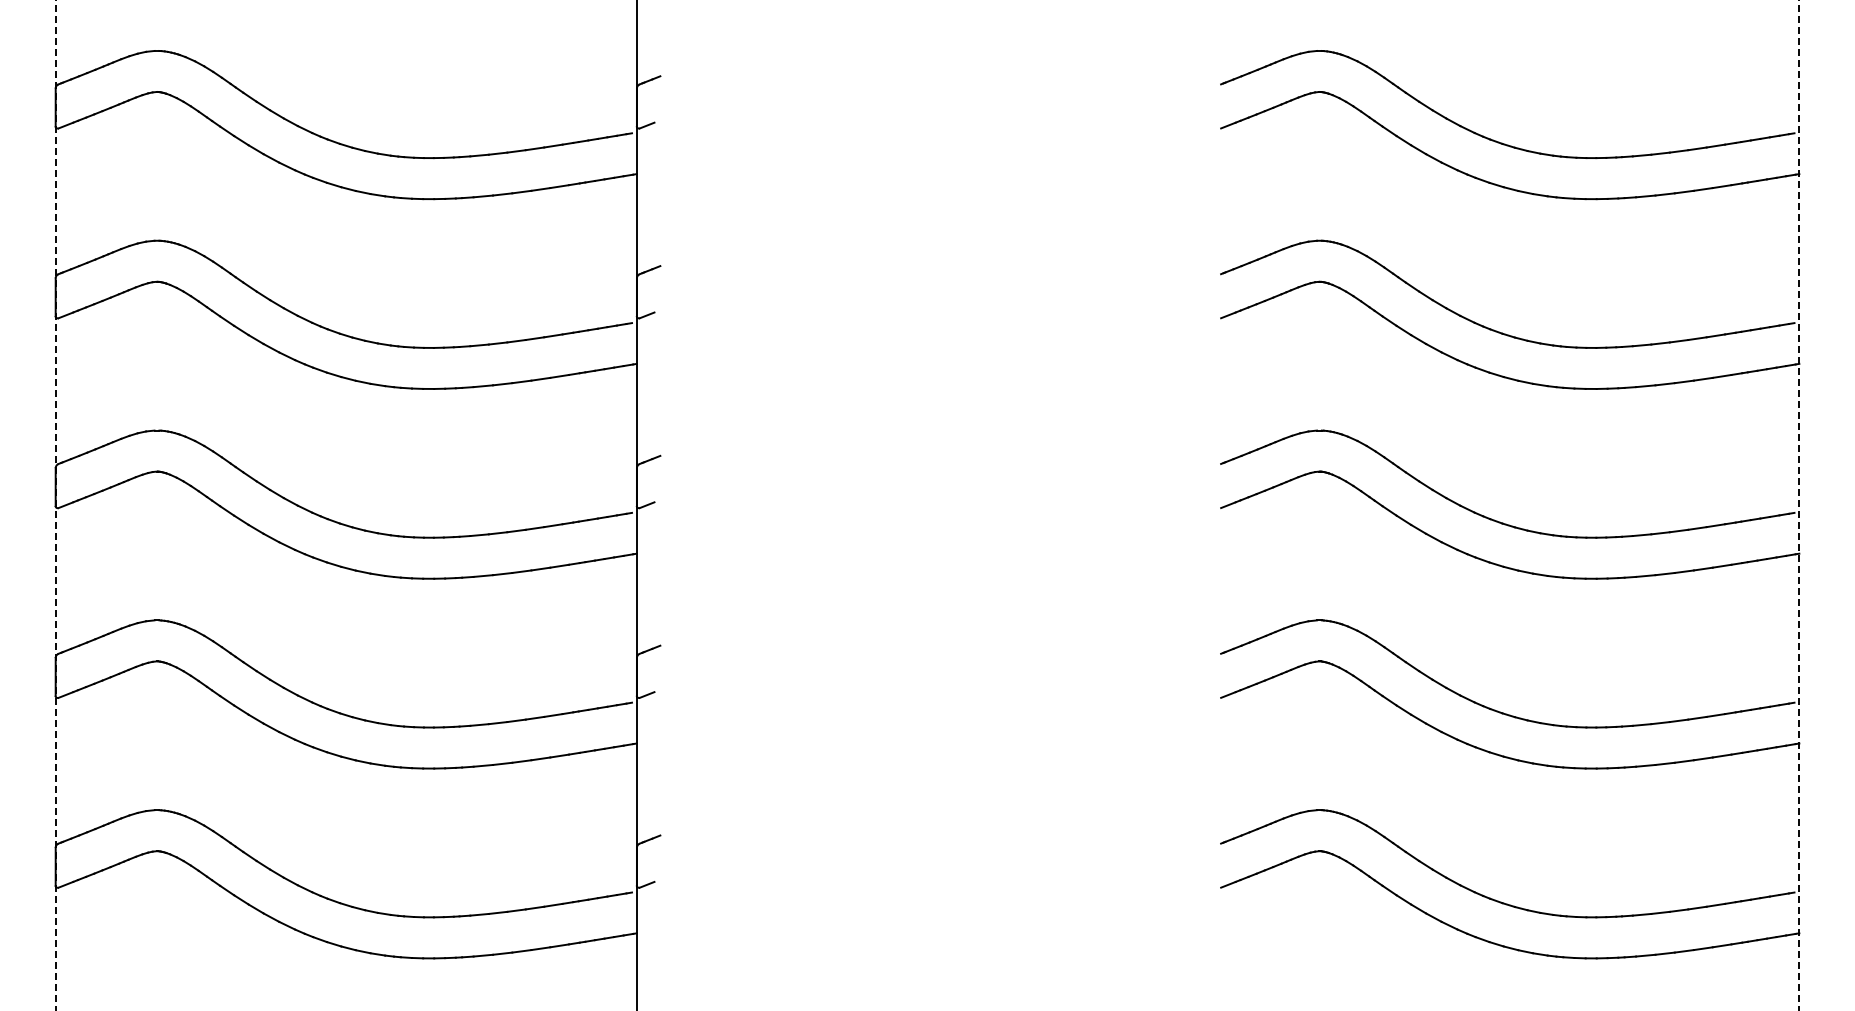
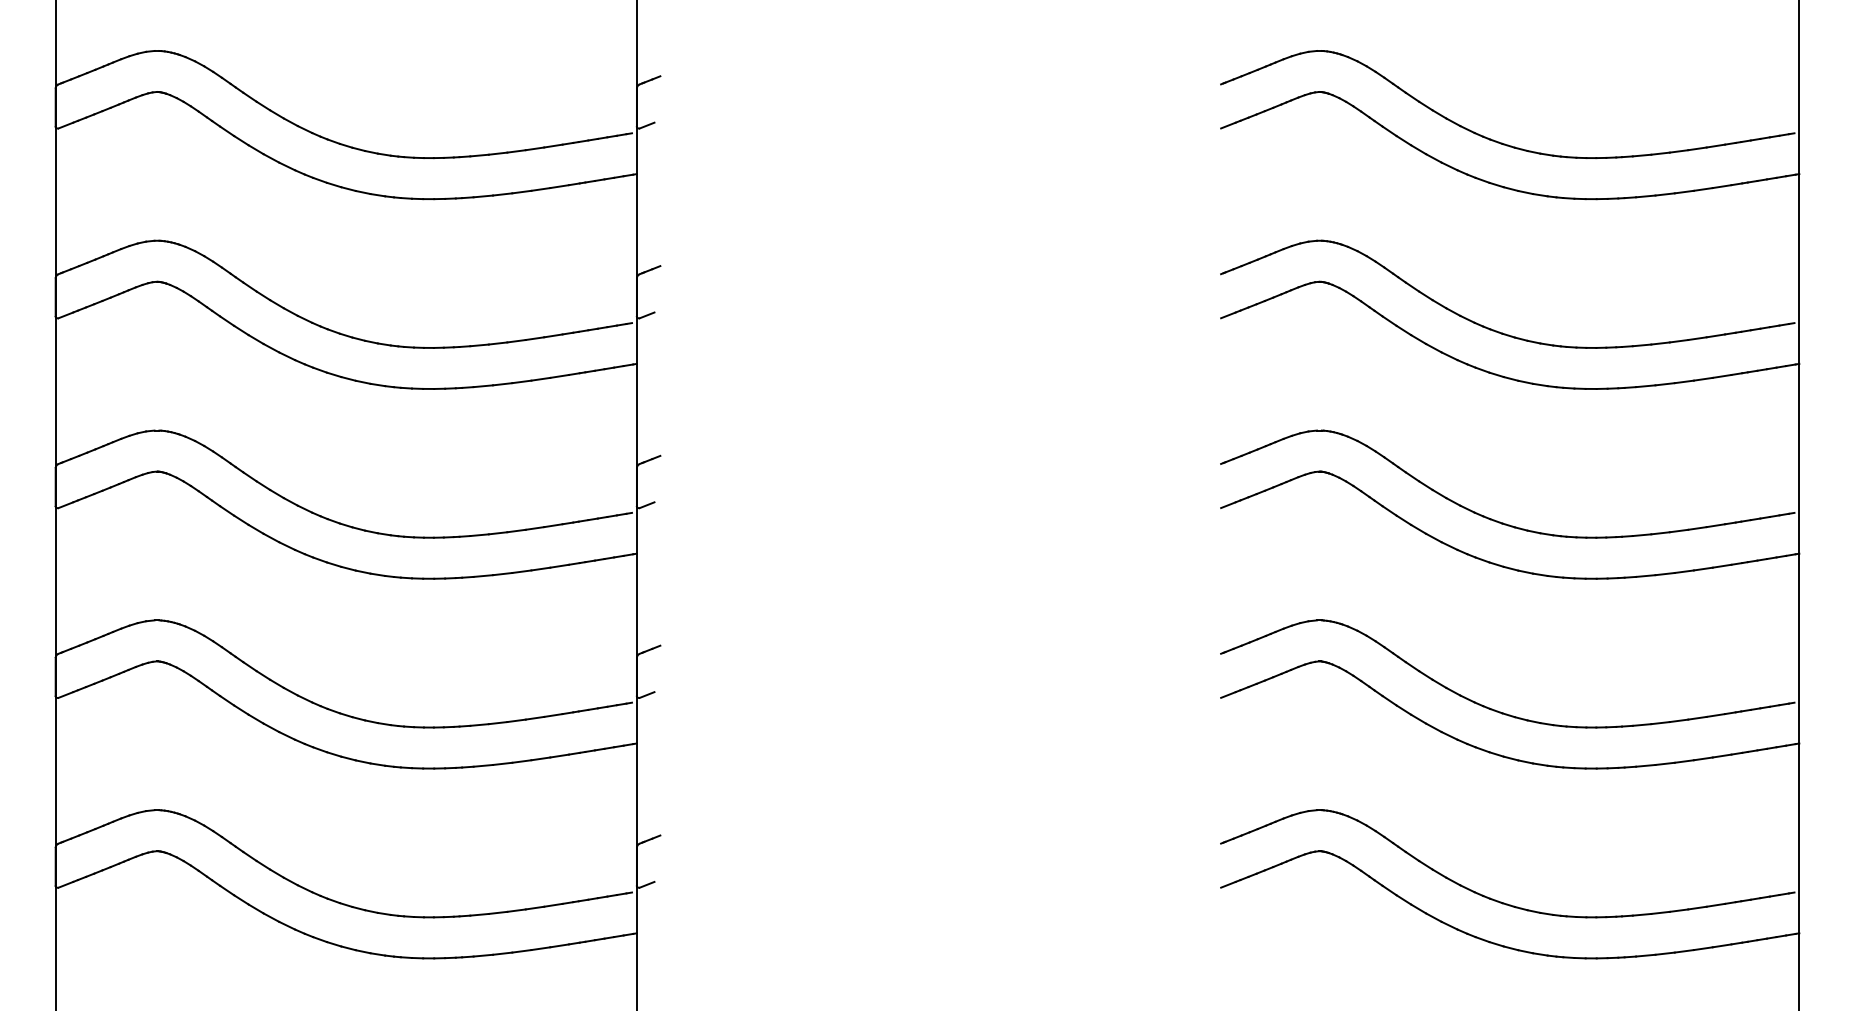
line at (55, 505): dashed -> solid
line at (1799, 505): dashed -> solid
